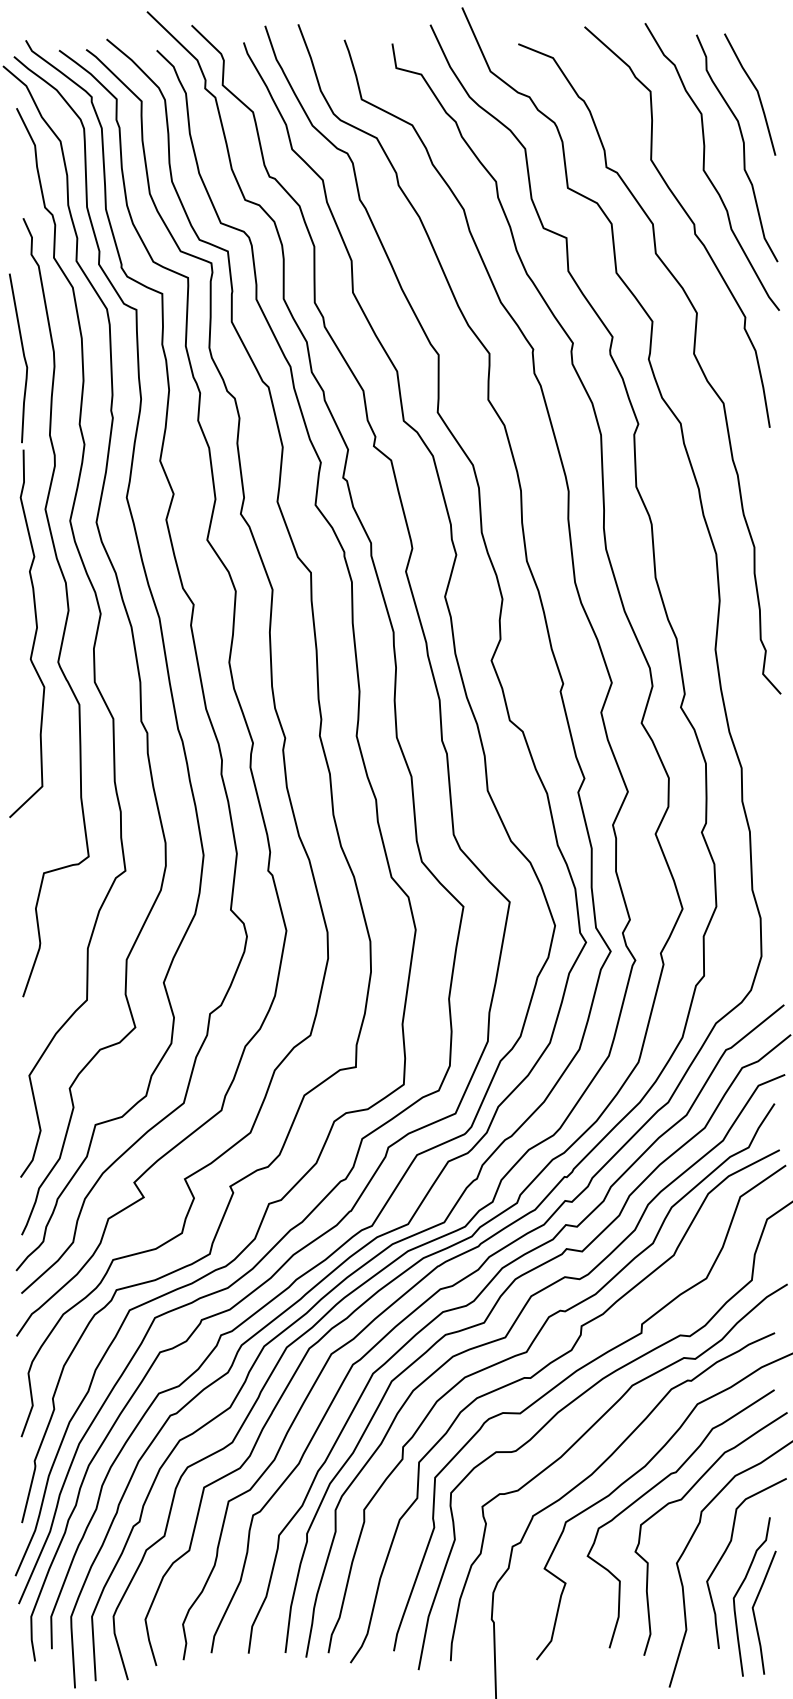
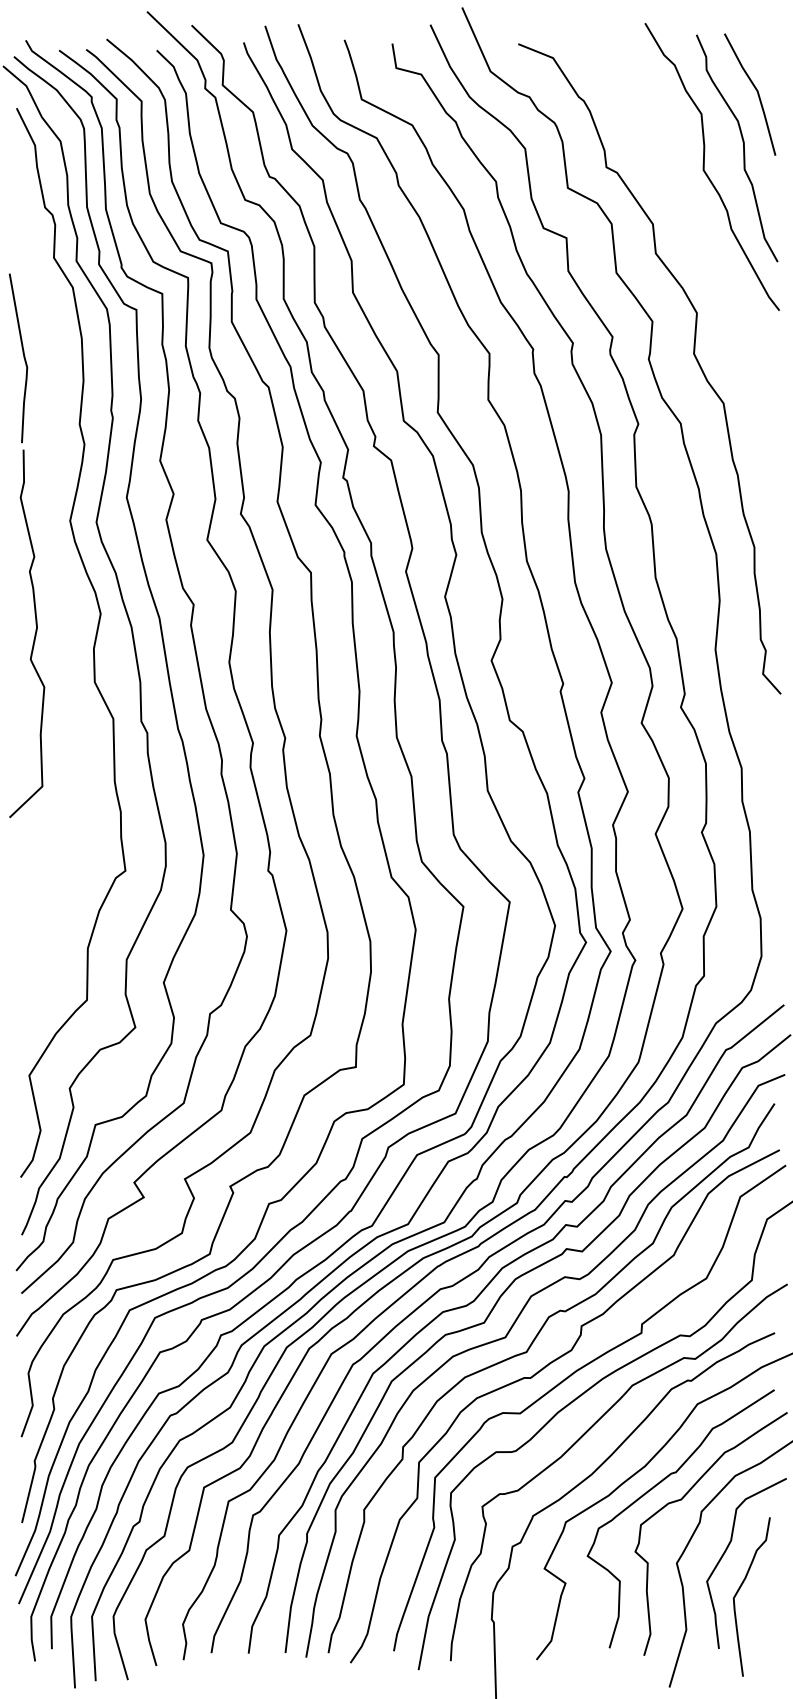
curve at (689, 219): present -> none
curve at (67, 607): present -> none
line at (755, 1615): present -> none
